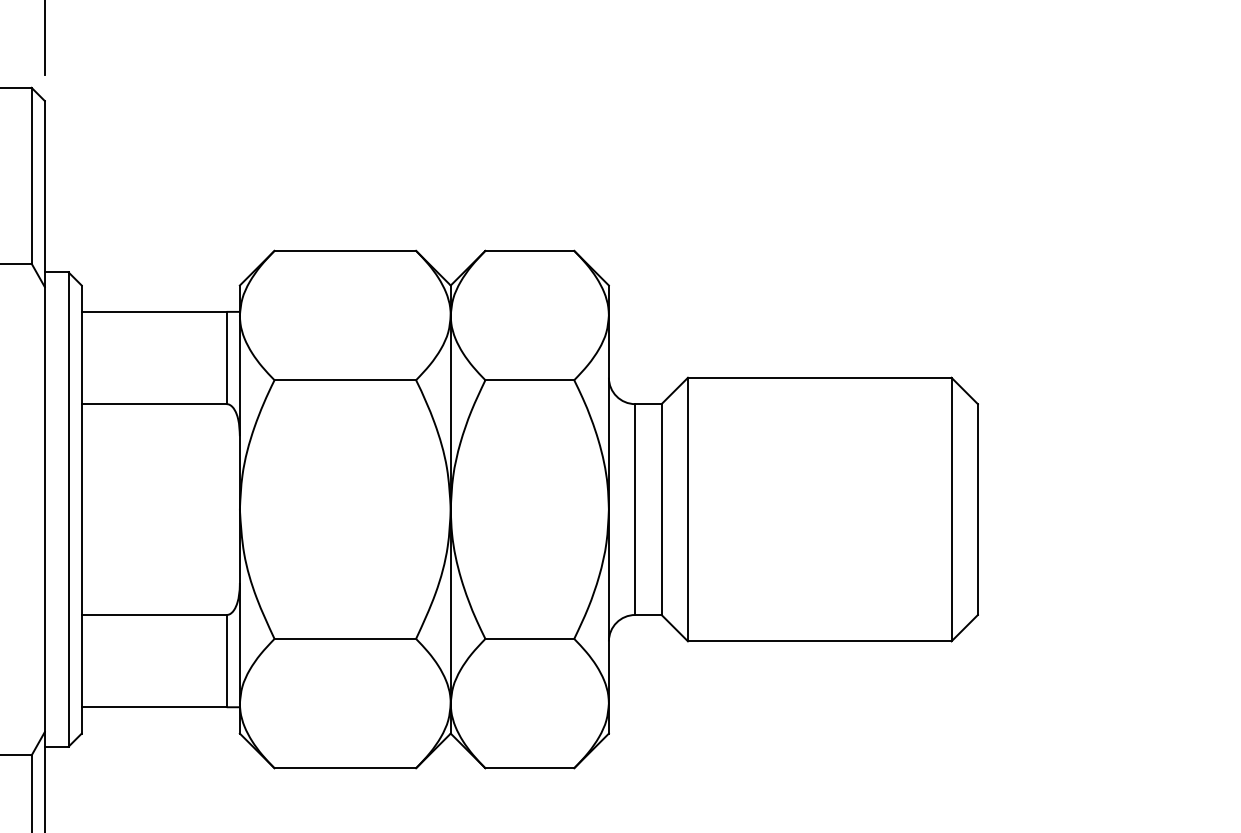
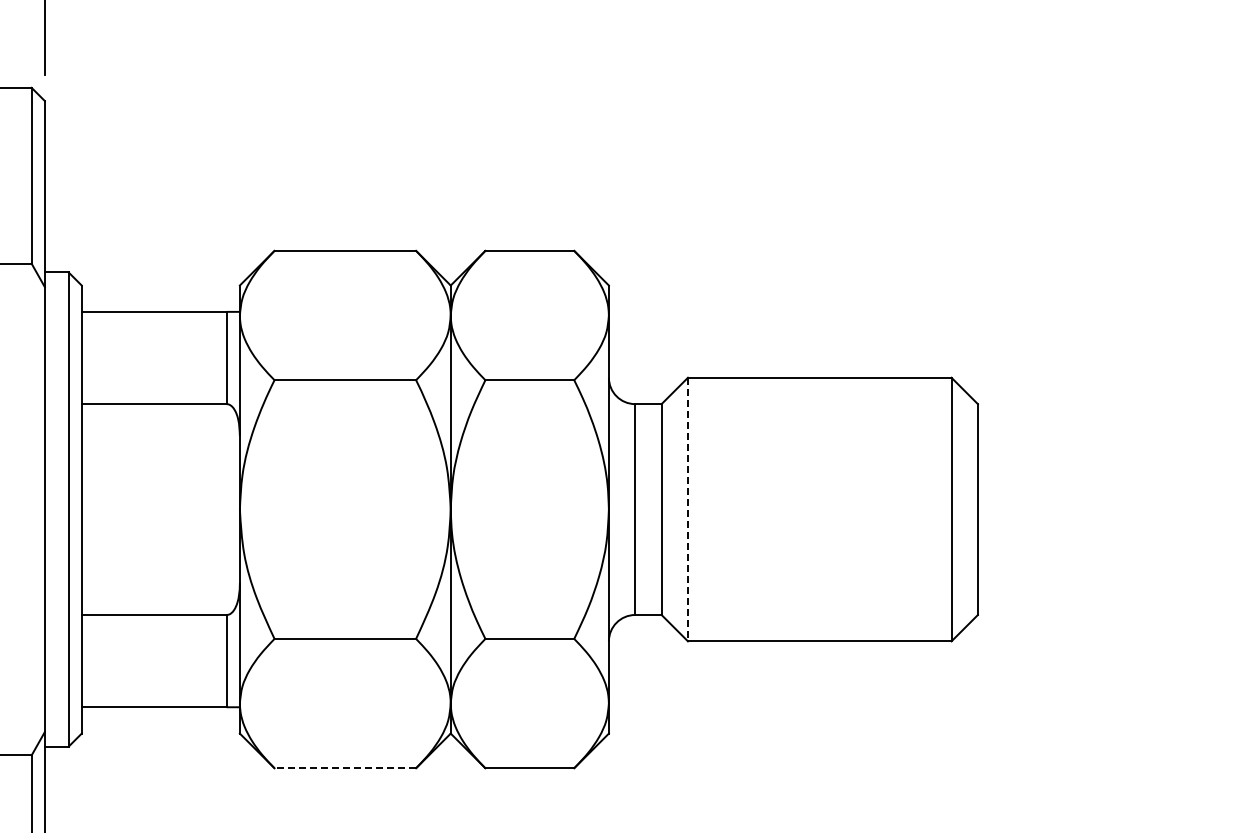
line at (687, 509): solid -> dashed
line at (345, 768): solid -> dashed
